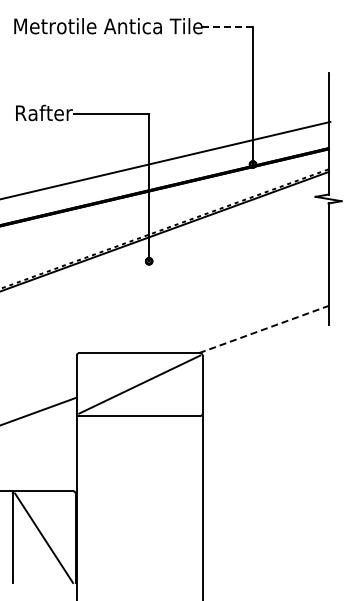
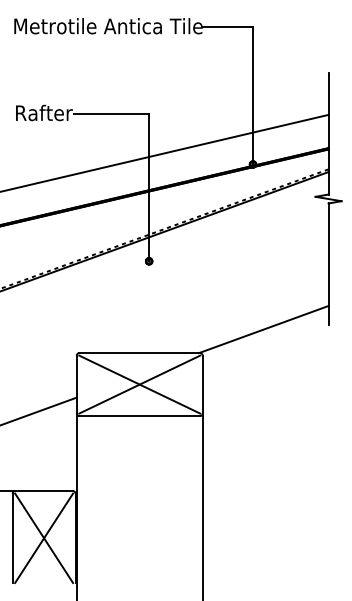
line at (227, 27): dashed -> solid
line at (166, 159) position: (166, 159) -> (165, 152)
line at (263, 329): dashed -> solid
line at (139, 384): none -> present
line at (44, 537): none -> present
